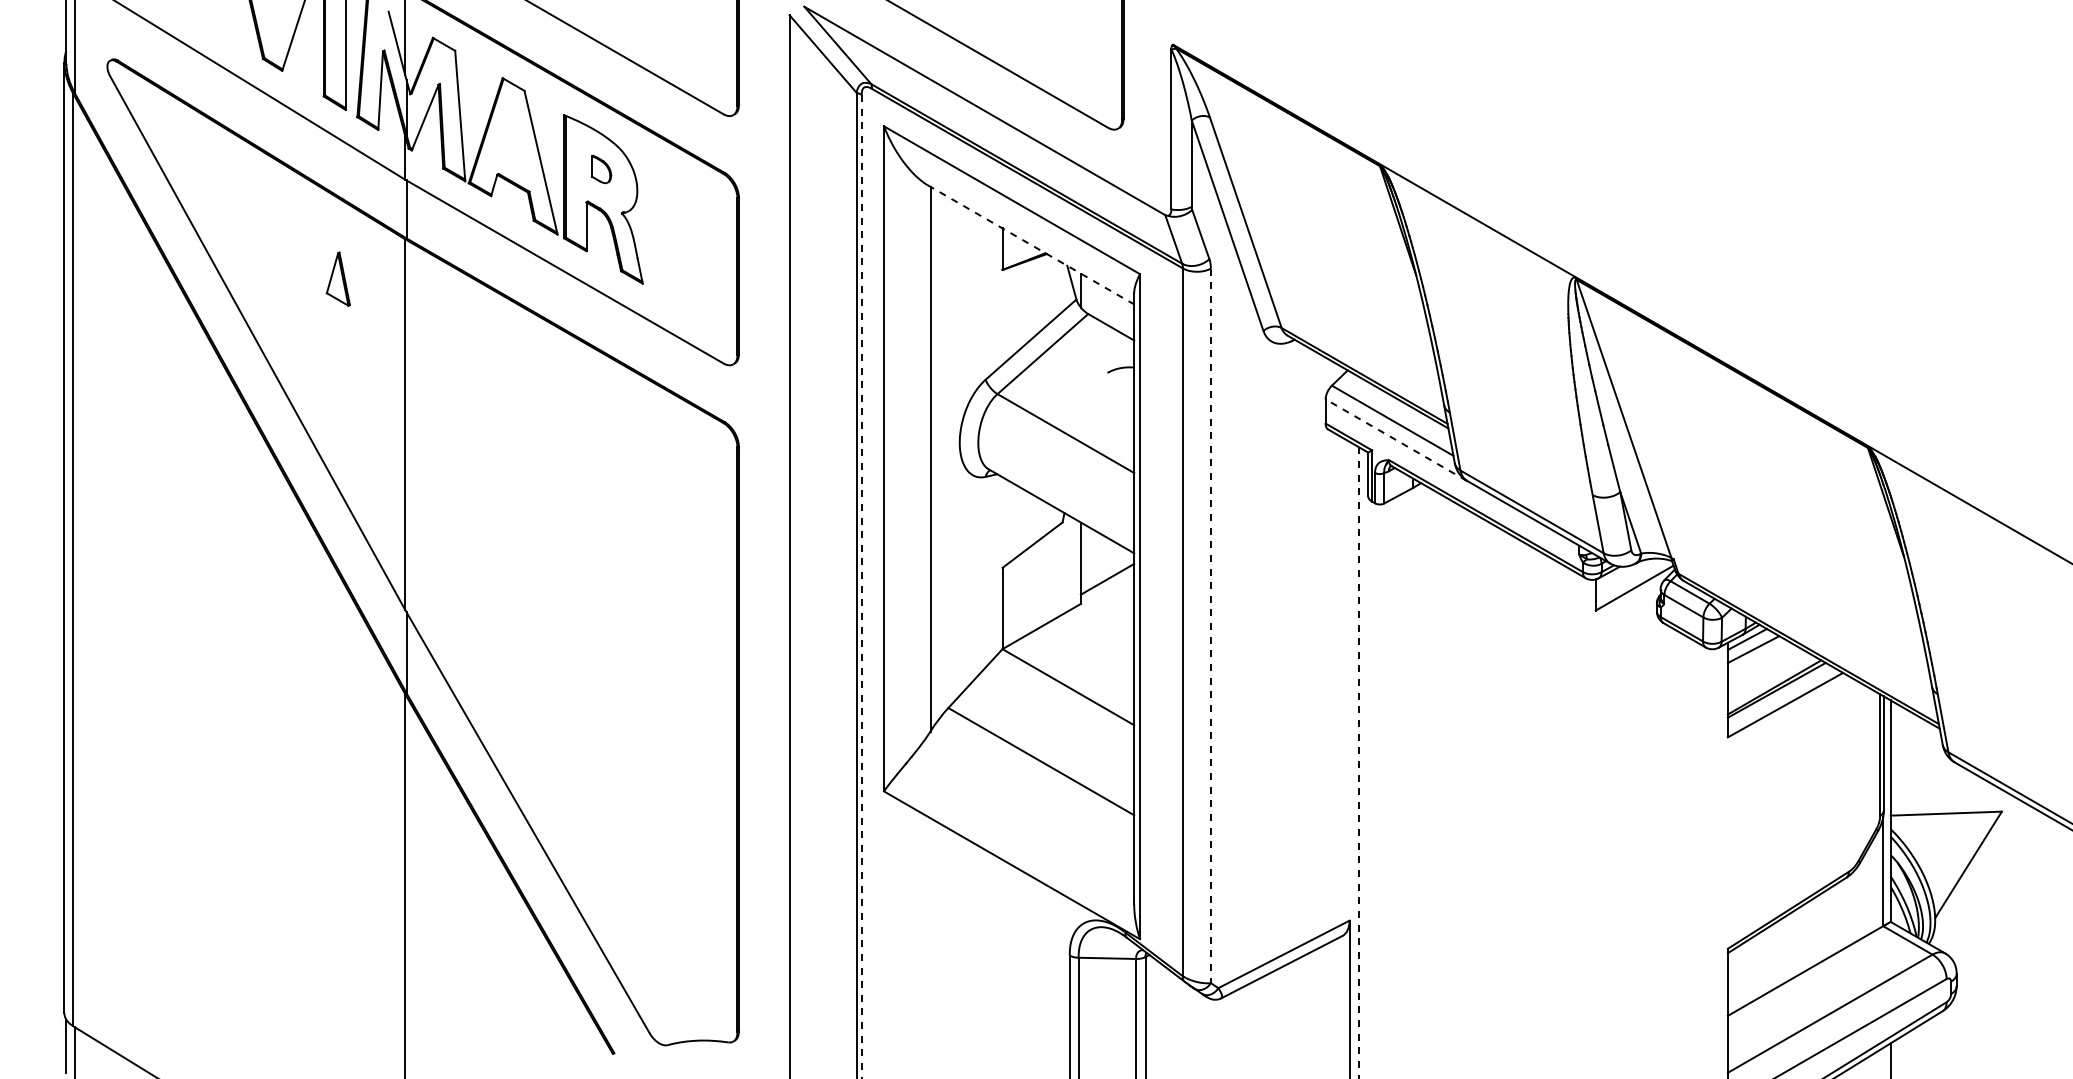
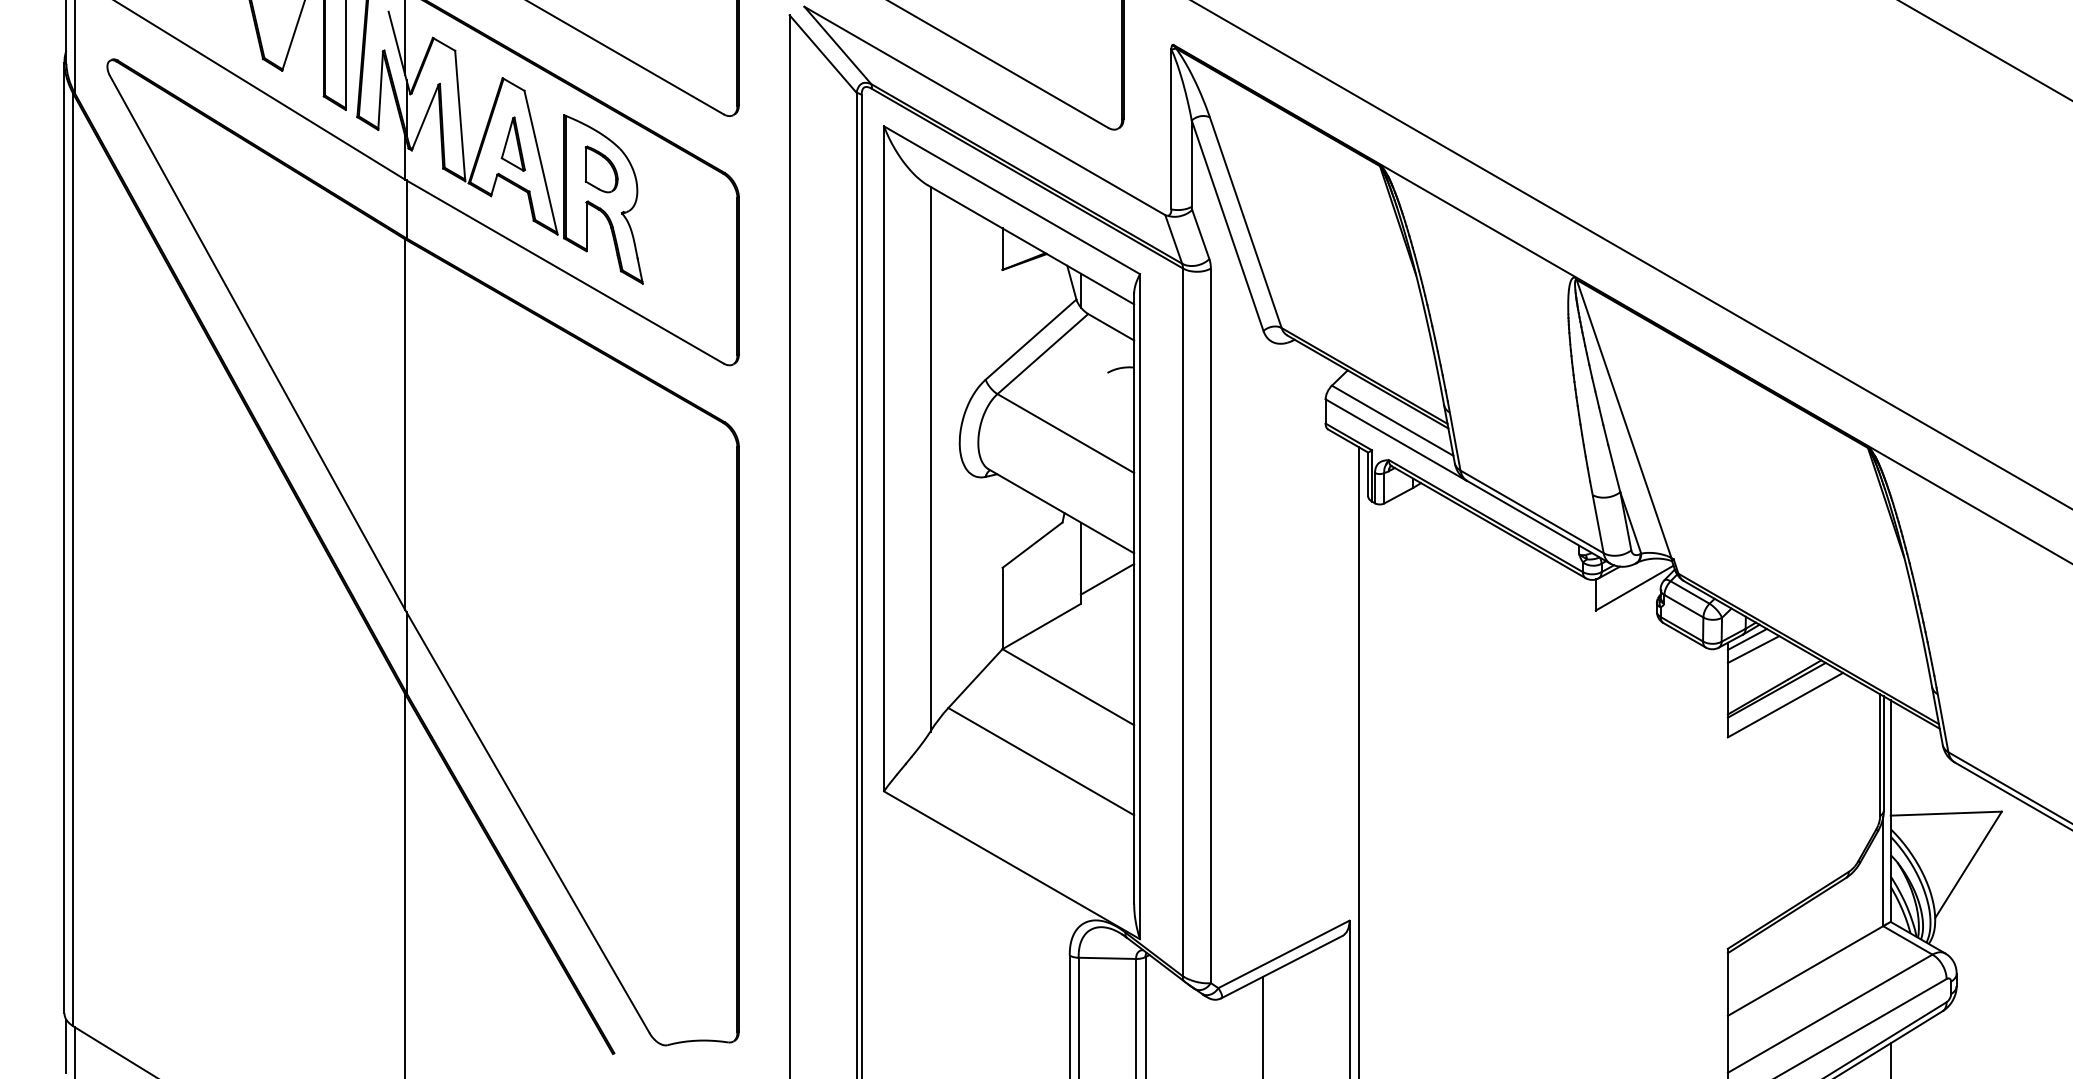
line at (1985, 50): none -> present
part at (601, 169) size: 22x31 px -> 35x49 px
line at (1031, 245): dashed -> solid
line at (1631, 254): none -> present
part at (337, 278) position: (337, 278) -> (512, 143)
line at (1396, 440): dashed -> solid
line at (861, 586): dashed -> solid
line at (1210, 626): dashed -> solid
line at (1359, 763): dashed -> solid
line at (1262, 1025): none -> present
